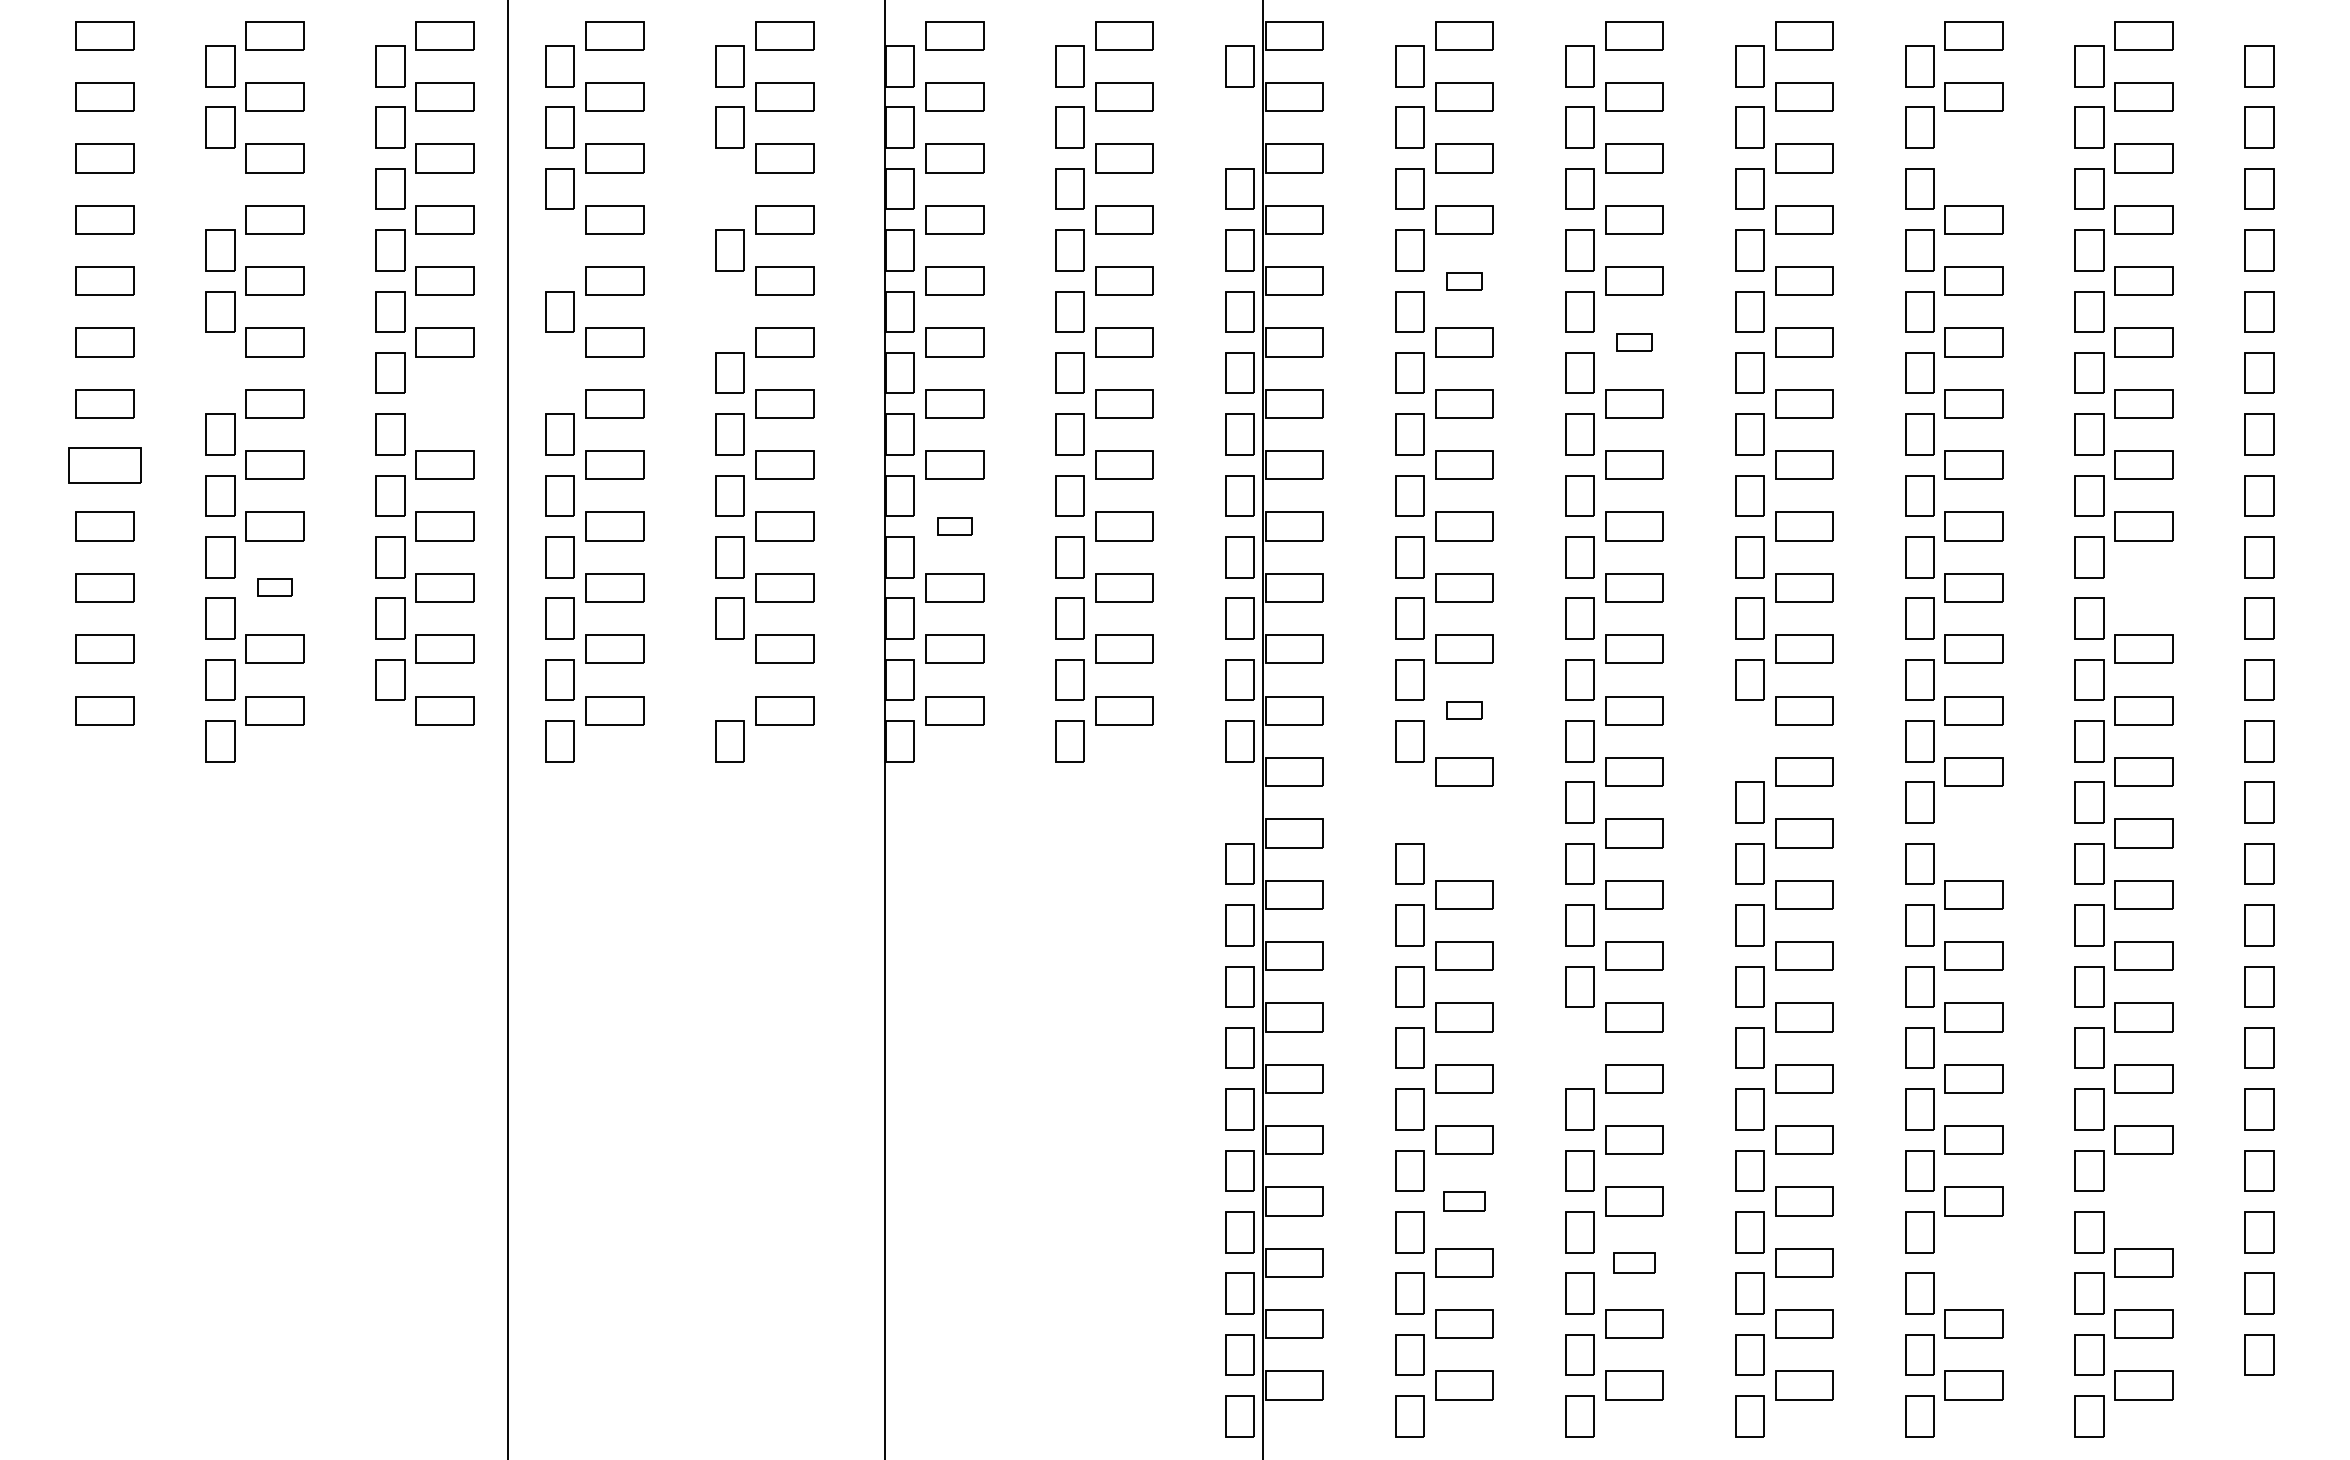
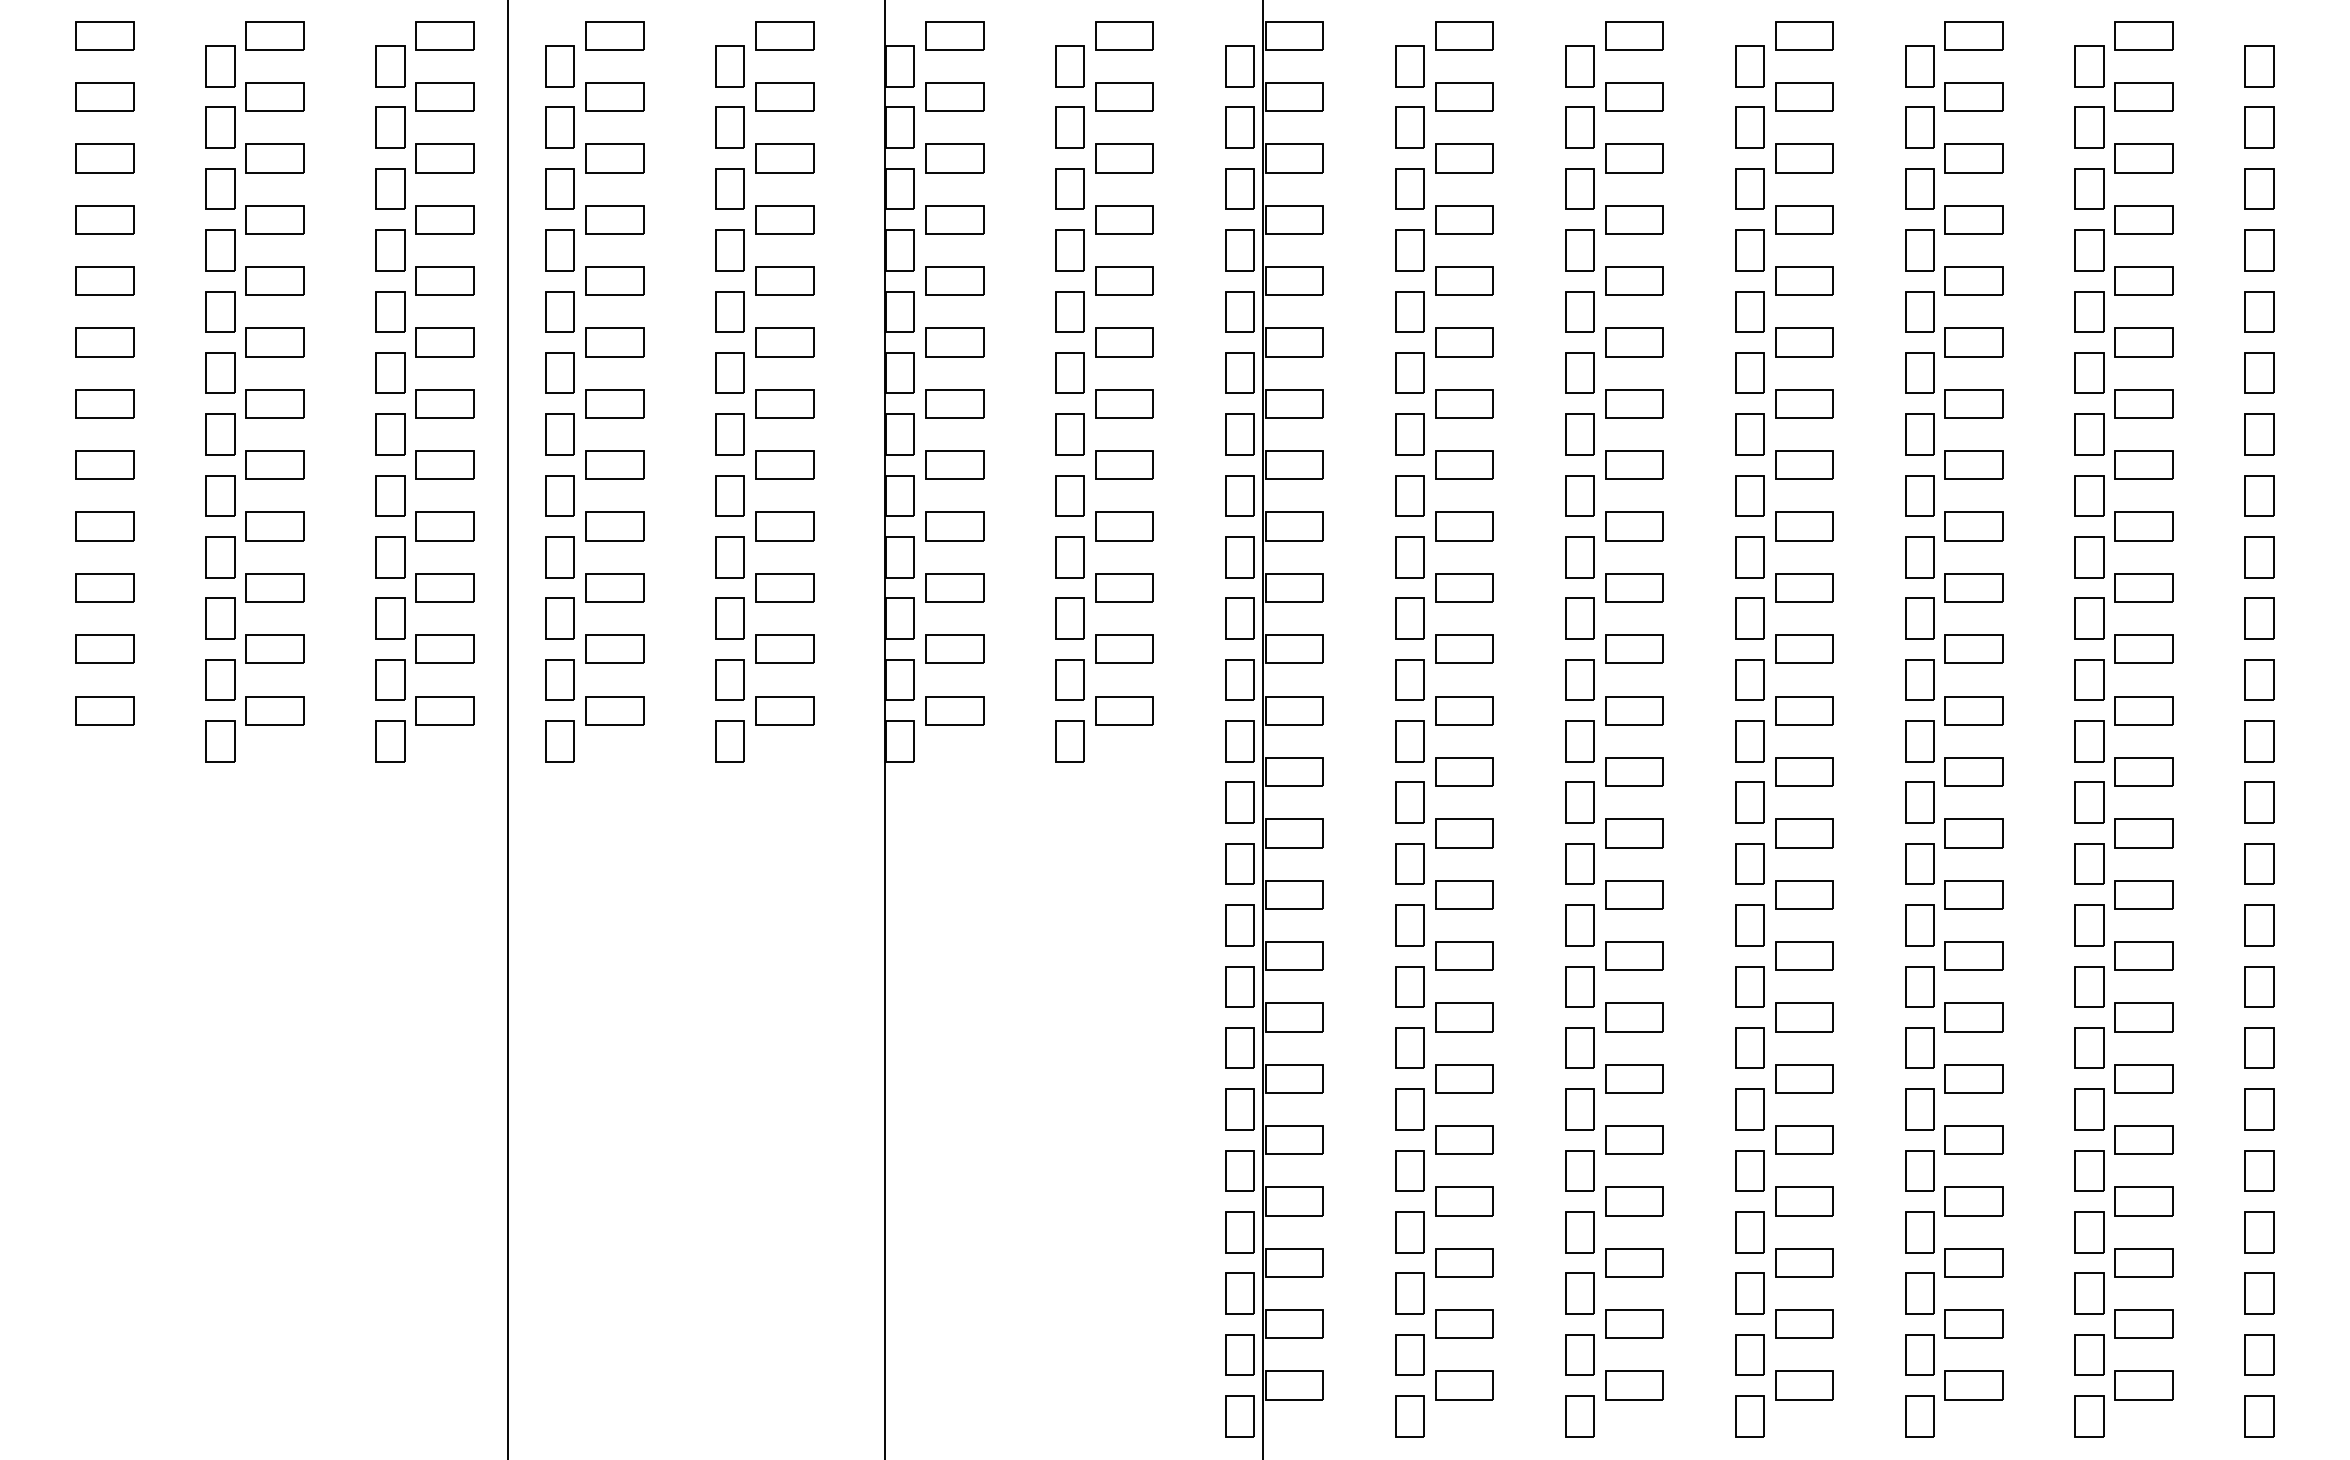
part at (1239, 127): none -> present
part at (1973, 158): none -> present
part at (220, 188): none -> present
part at (729, 188): none -> present
part at (559, 250): none -> present
part at (1464, 281) size: 37x19 px -> 59x30 px
part at (729, 311): none -> present
part at (1634, 342) size: 37x19 px -> 59x31 px
part at (220, 372): none -> present
part at (559, 372): none -> present
part at (444, 403): none -> present
part at (104, 465) size: 74x37 px -> 60x30 px
part at (954, 526) size: 36x19 px -> 60x31 px
part at (274, 587) size: 36x19 px -> 60x30 px
part at (2143, 587): none -> present
part at (729, 679): none -> present
part at (1464, 710) size: 37x19 px -> 59x30 px
part at (390, 741): none -> present
part at (1749, 741): none -> present
part at (1239, 802): none -> present
part at (1409, 802): none -> present
part at (1464, 833): none -> present
part at (1973, 833): none -> present
part at (1579, 1047): none -> present
part at (1464, 1201) size: 43x21 px -> 59x31 px
part at (2143, 1201): none -> present
part at (1634, 1262) size: 43x22 px -> 59x30 px
part at (1973, 1262): none -> present
part at (2259, 1416): none -> present
